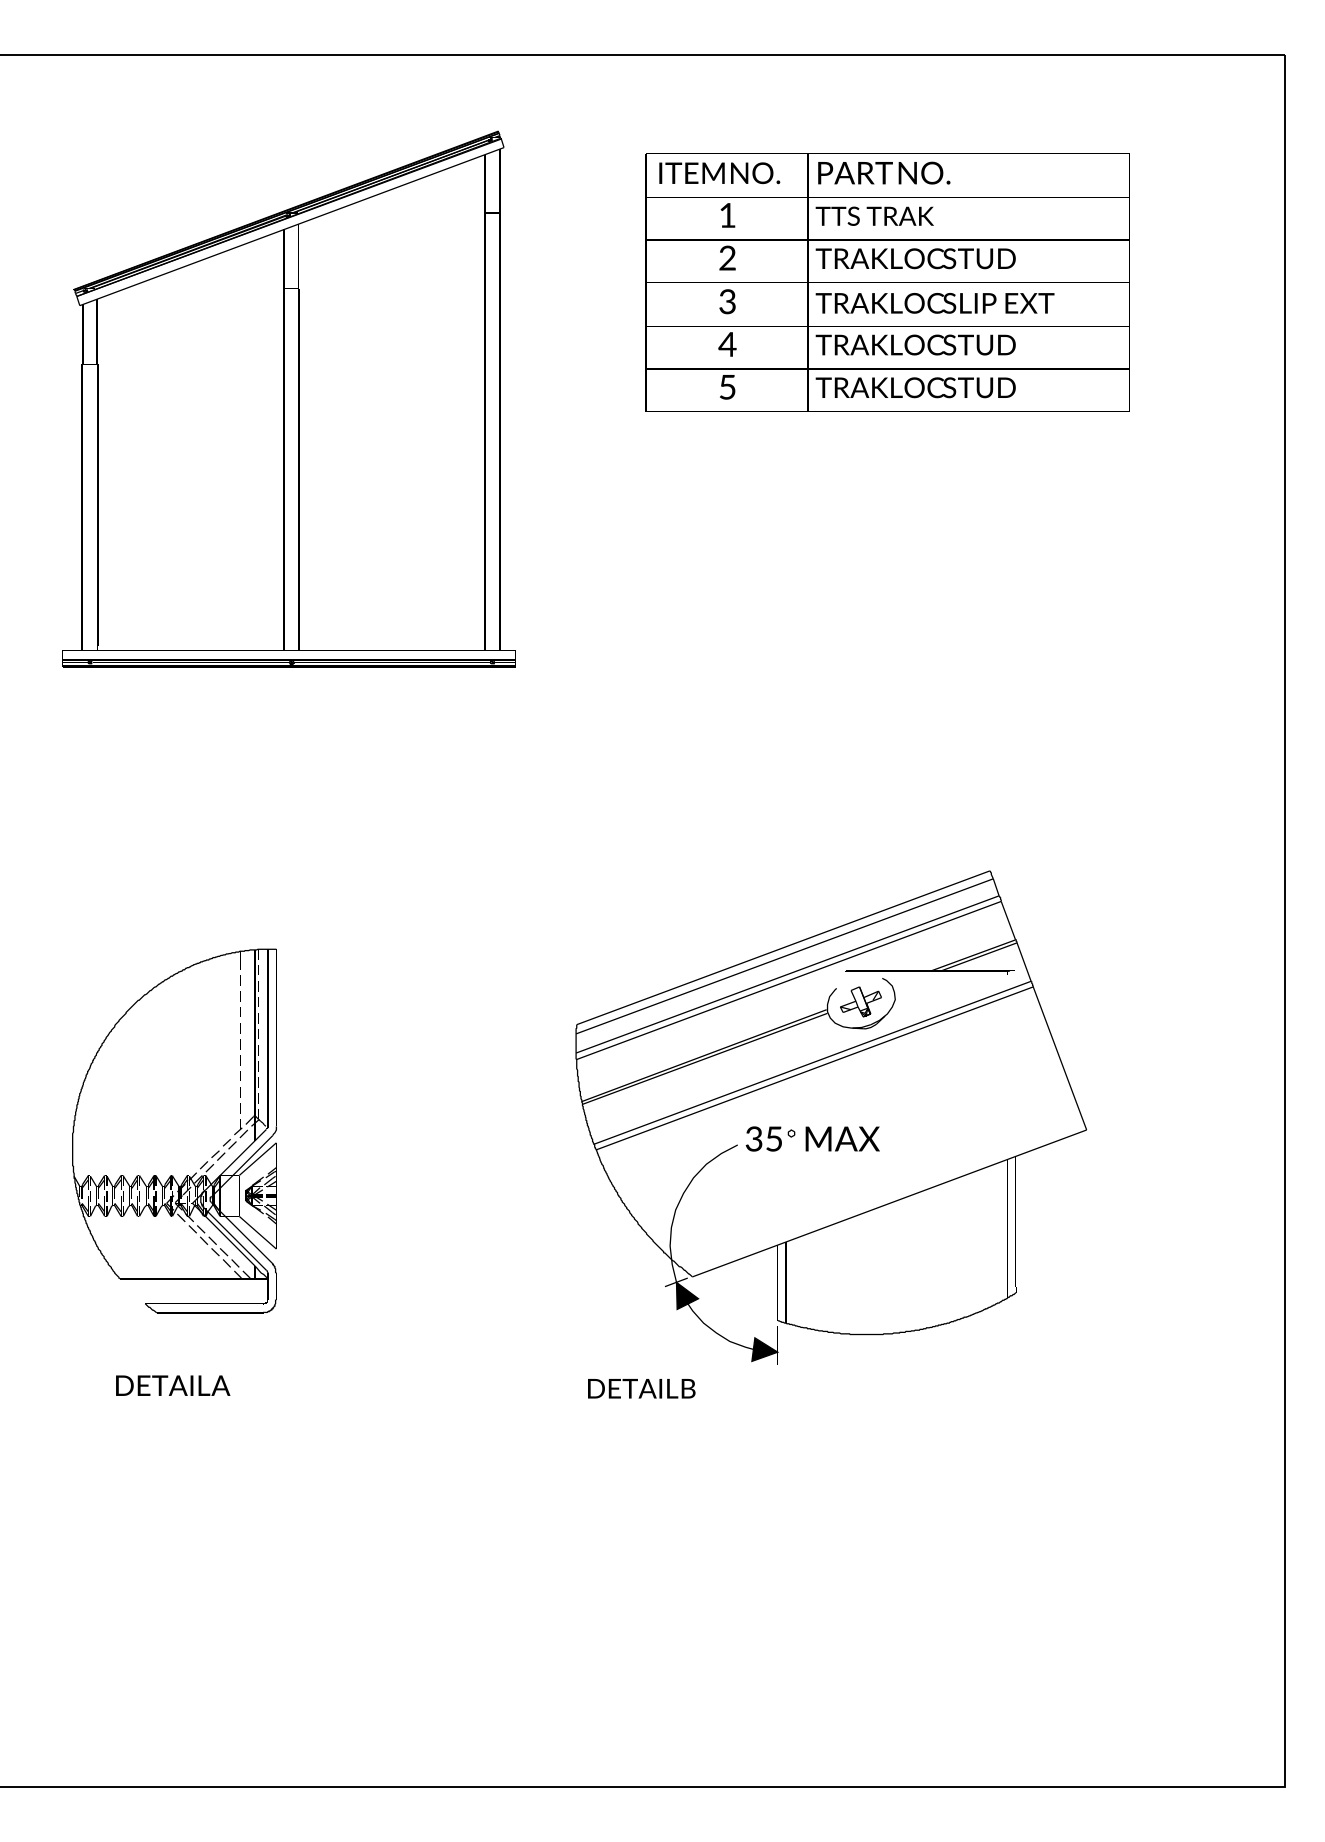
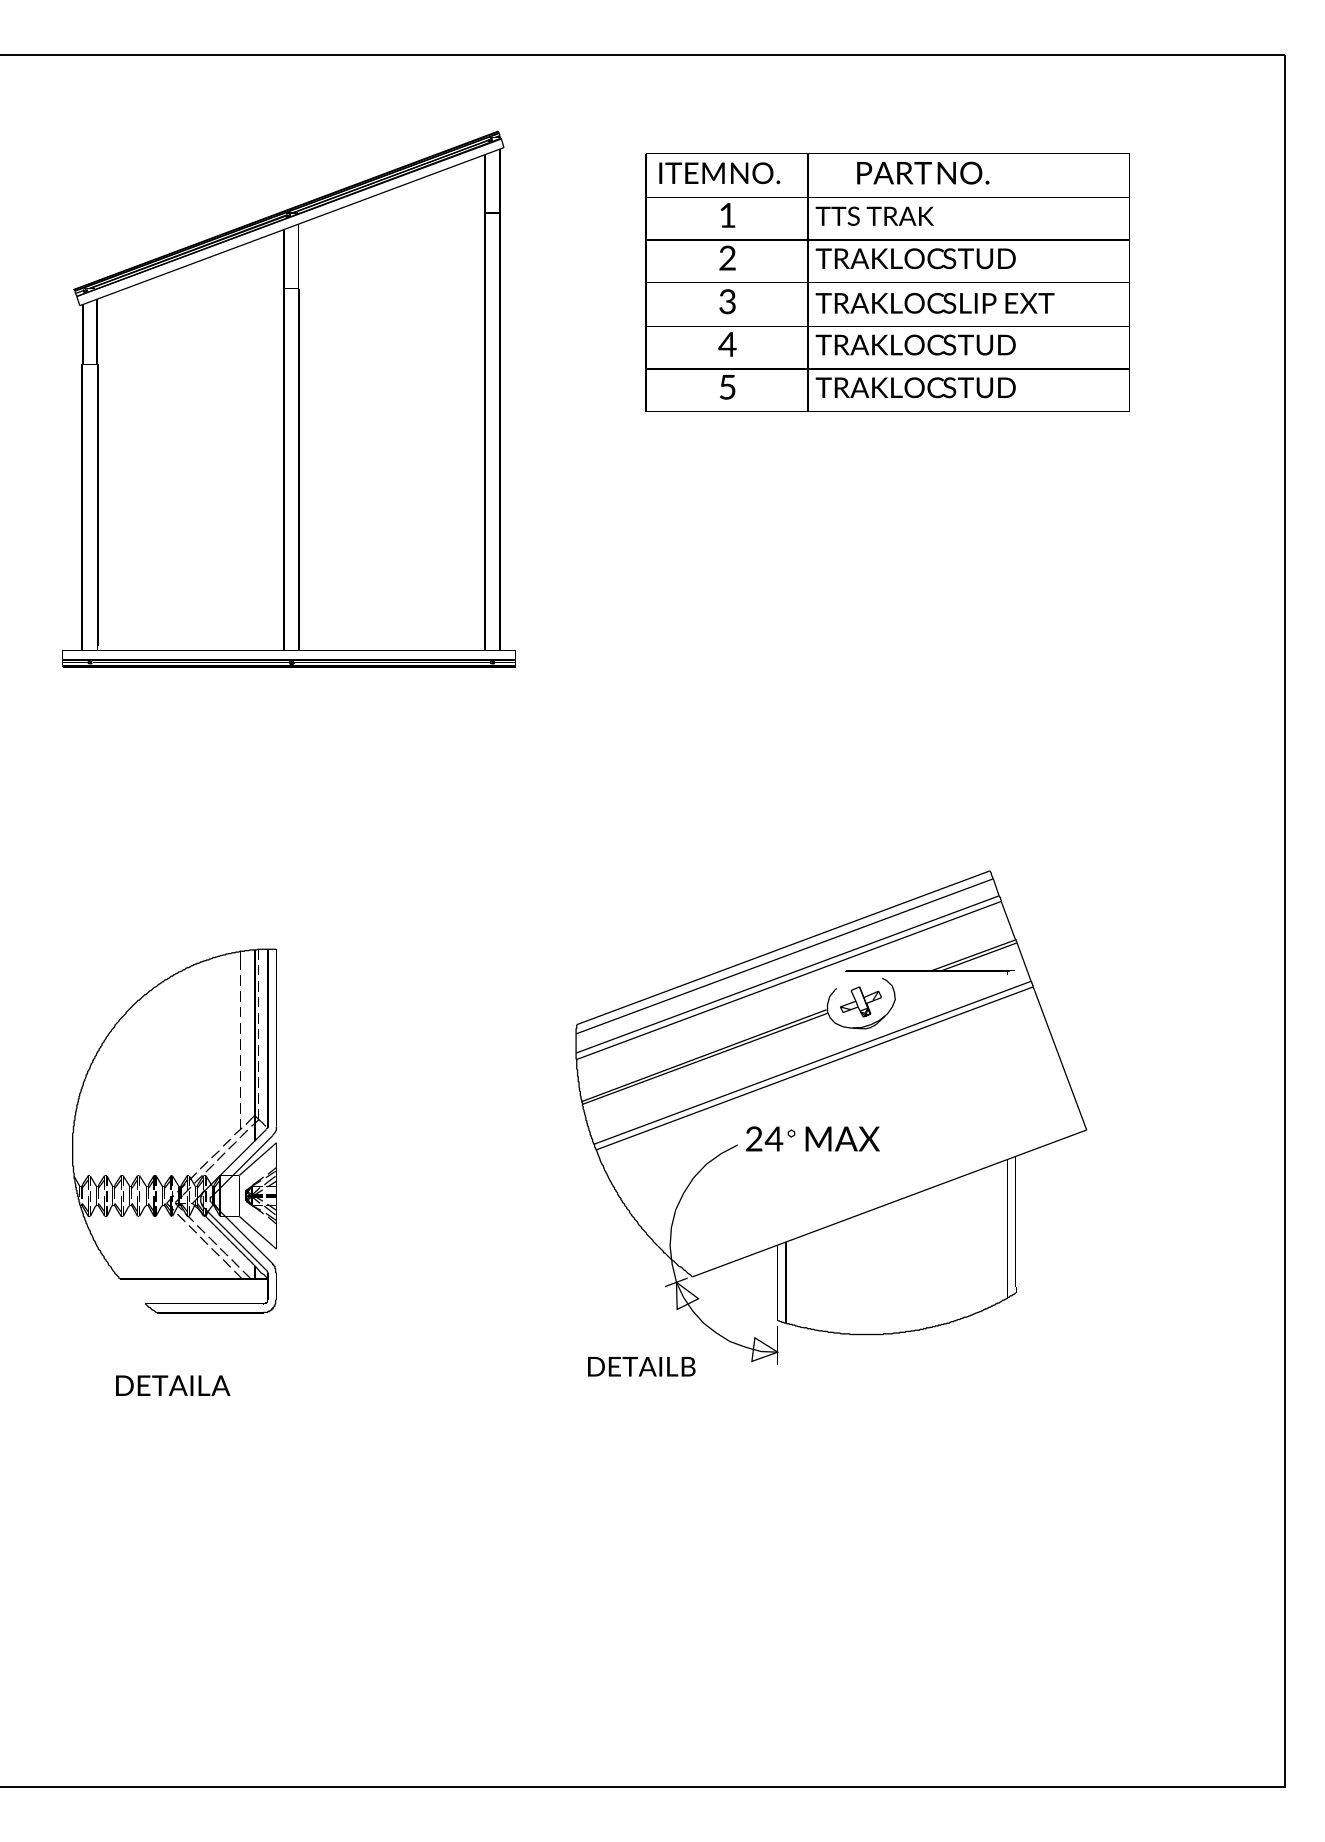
text at (884, 172) position: (884, 172) -> (923, 172)
text at (764, 1138): 35 -> 24
fill at (687, 1295): present -> none
fill at (764, 1349): present -> none
text at (641, 1388) position: (641, 1388) -> (641, 1366)
